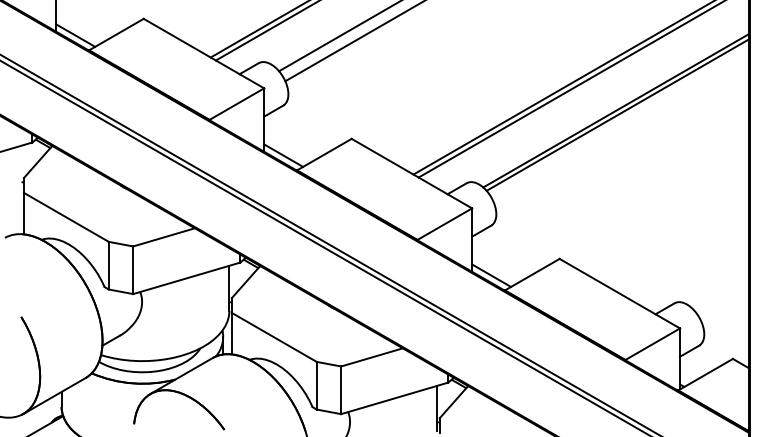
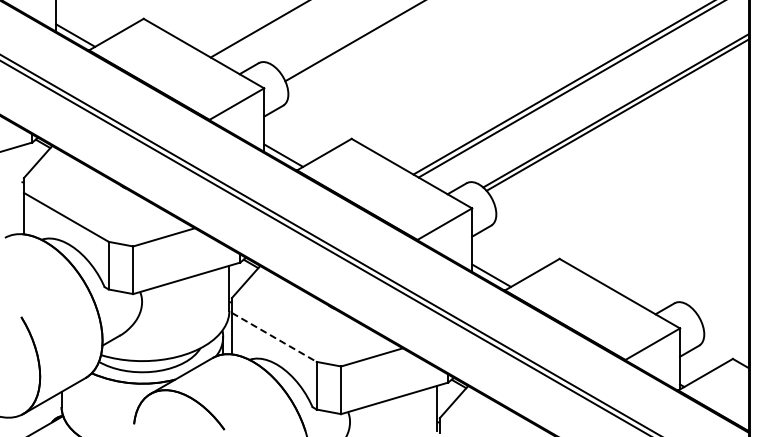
line at (266, 31): present -> none
line at (338, 36): present -> none
line at (274, 337): solid -> dashed
